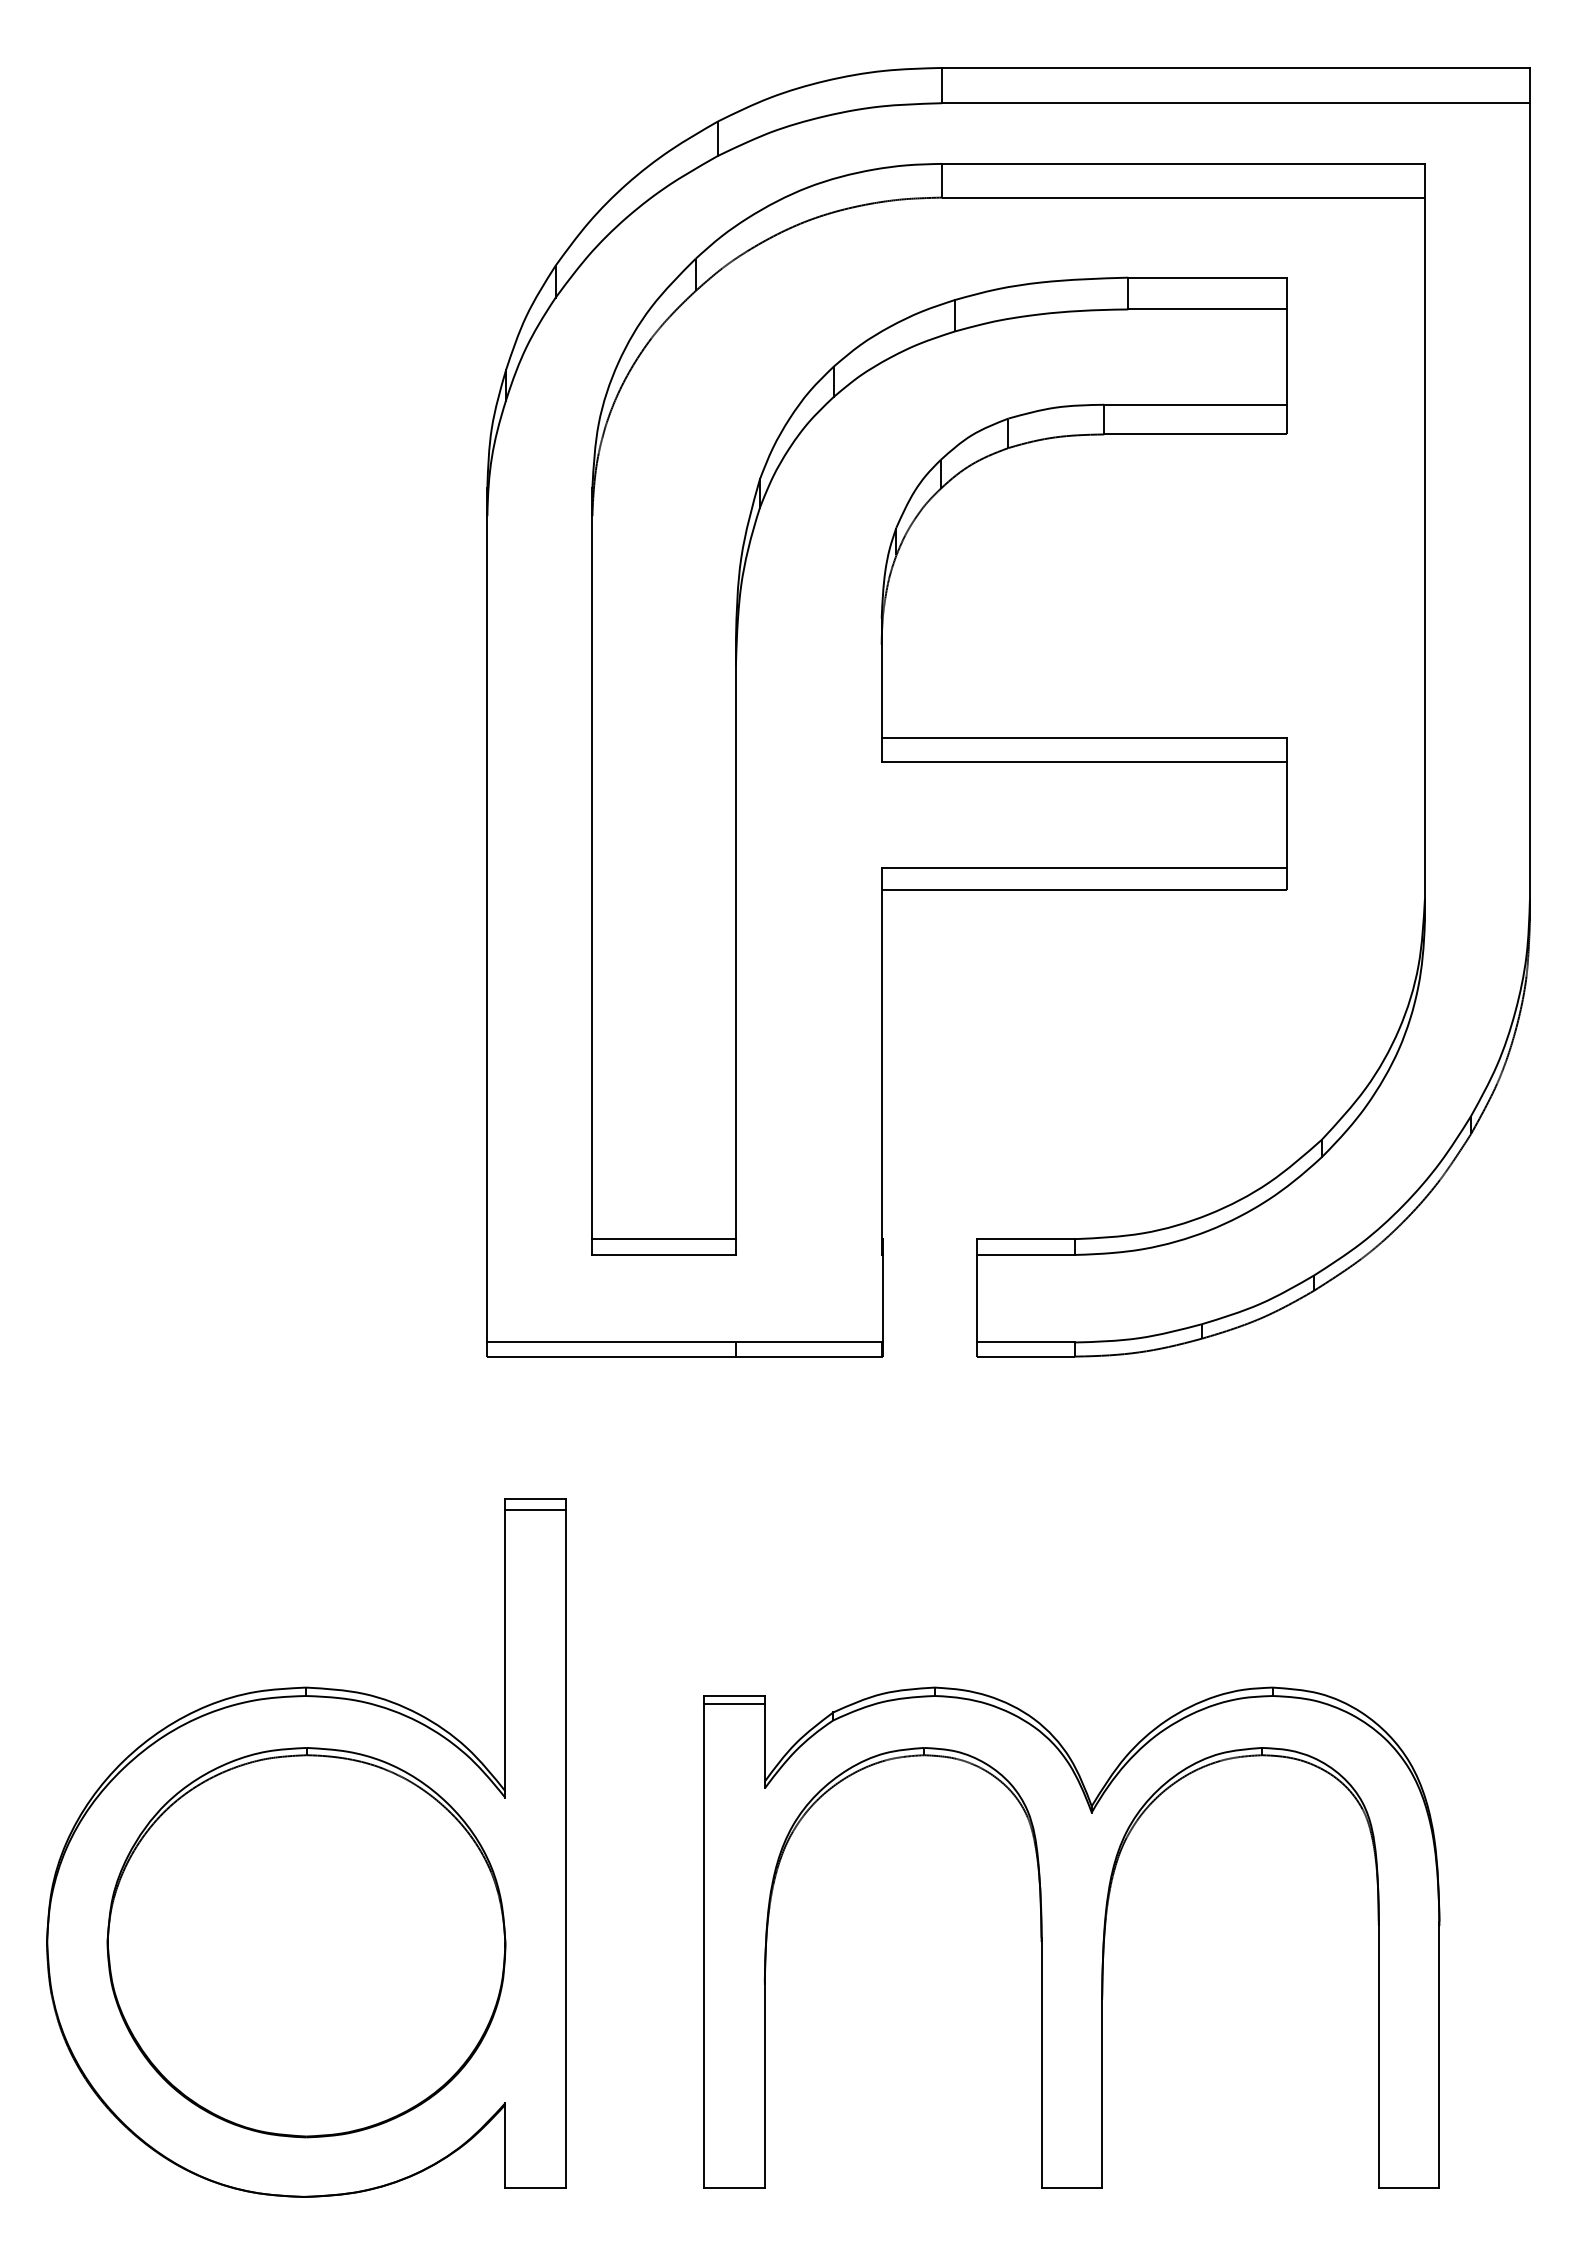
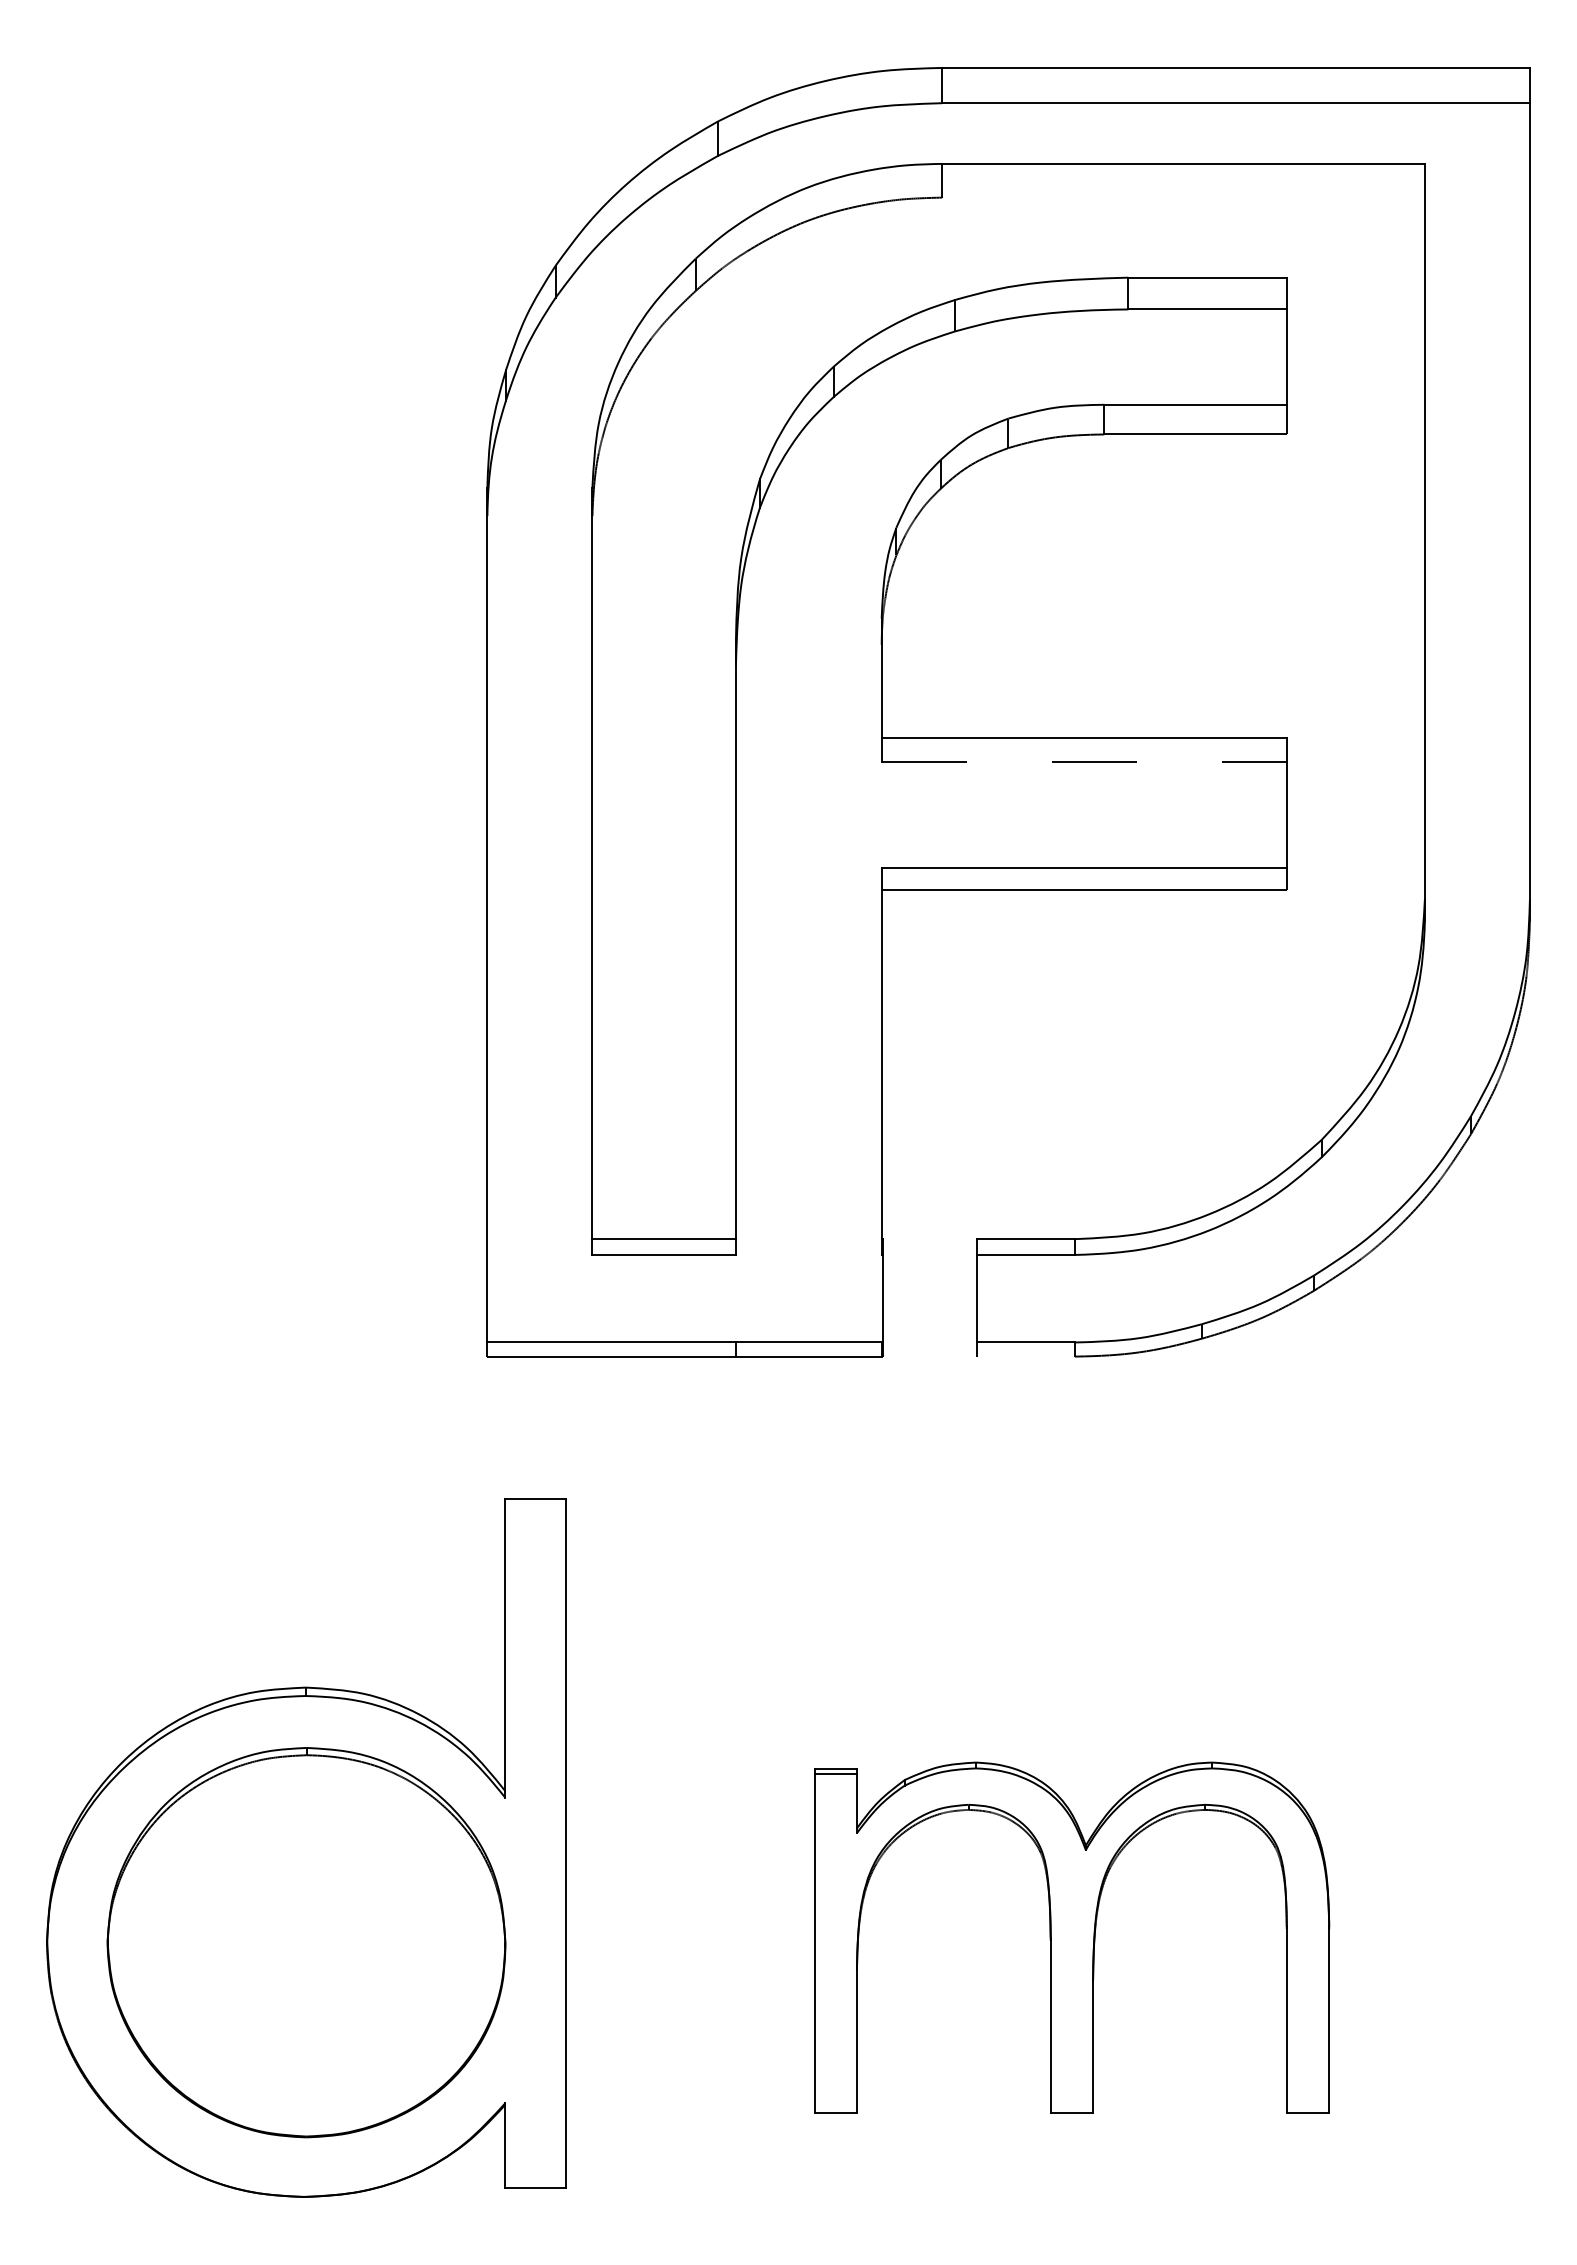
line at (1183, 197): present -> none
line at (1084, 762): solid -> dashed
line at (1025, 1356): present -> none
line at (535, 1510): present -> none
part at (1071, 1937) size: 738x503 px -> 517x353 px
